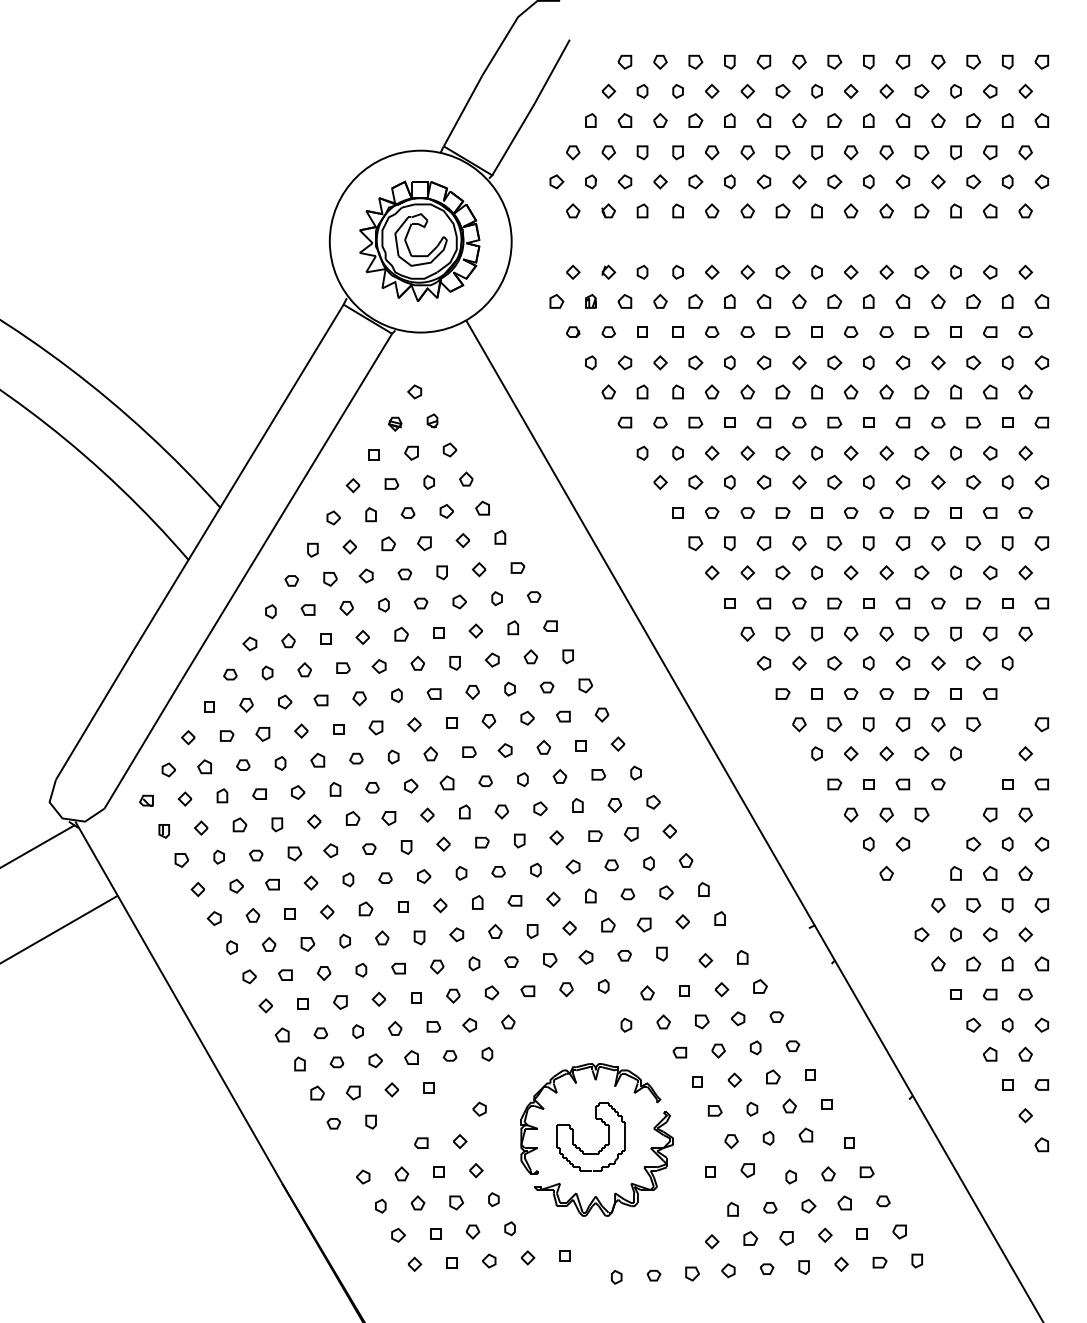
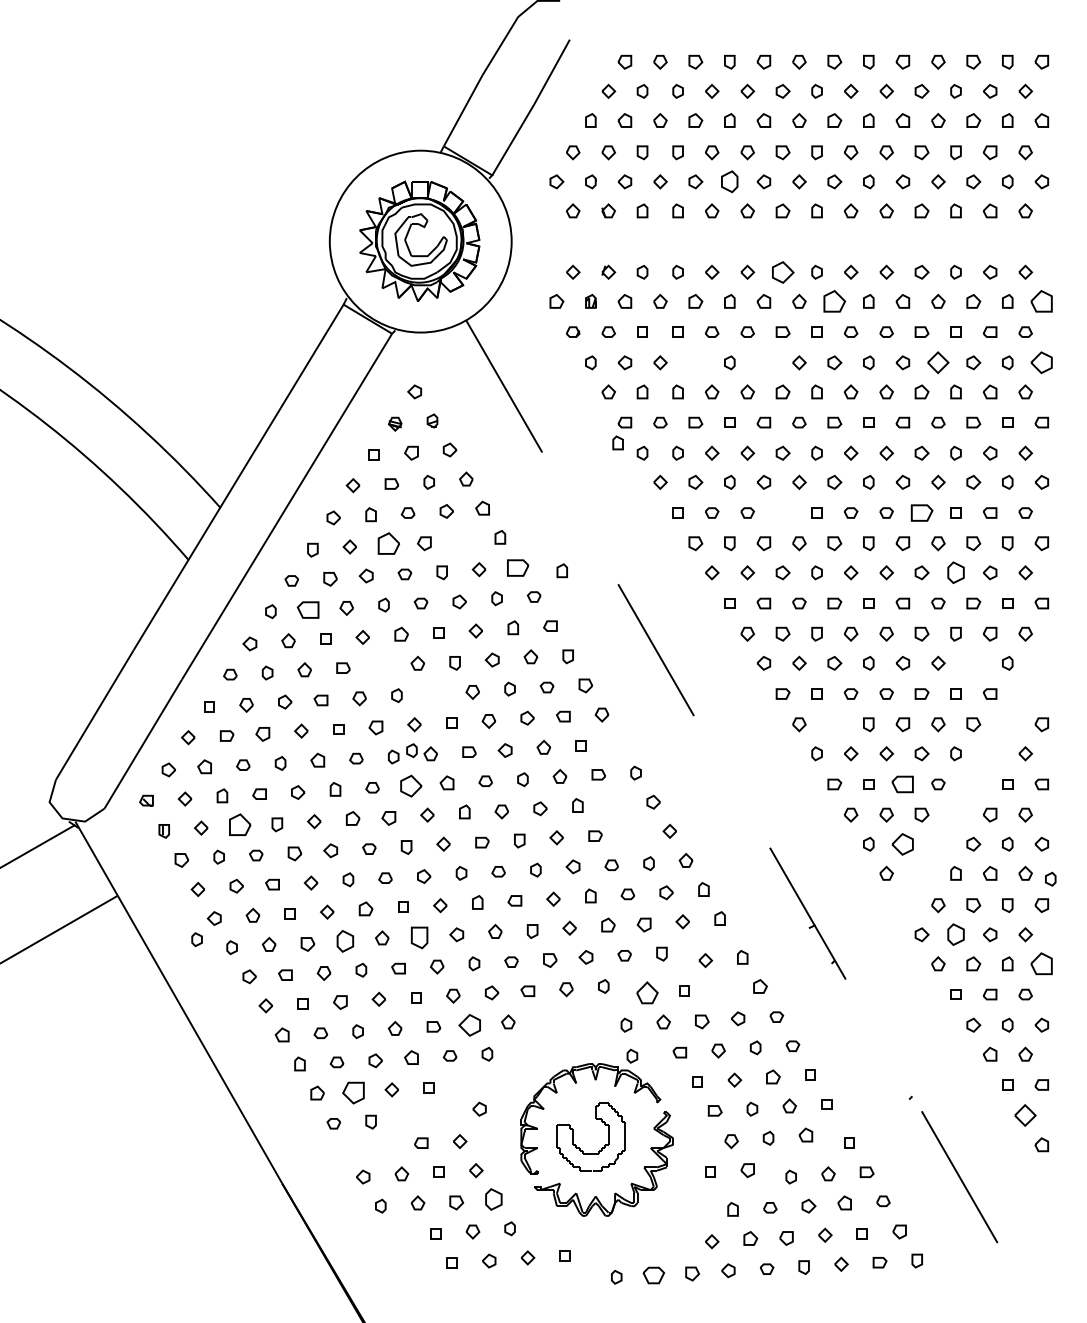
part at (729, 181) size: 12x16 px -> 18x24 px
part at (782, 271) size: 16x16 px -> 23x23 px
part at (834, 301) size: 16x15 px -> 23x23 px
part at (1041, 301) size: 16x15 px -> 23x23 px
part at (695, 362): present -> none
part at (763, 362): present -> none
part at (938, 362) size: 15x16 px -> 23x24 px
part at (1041, 362) size: 16x16 px -> 23x23 px
part at (617, 442): none -> present
part at (782, 512): present -> none
part at (921, 512) size: 16x12 px -> 24x18 px
part at (462, 540): present -> none
part at (388, 543) size: 15x16 px -> 23x23 px
part at (517, 567) size: 16x12 px -> 23x18 px
part at (561, 570): none -> present
part at (955, 572) size: 12x16 px -> 18x23 px
part at (307, 609) size: 16x12 px -> 24x18 px
part at (973, 663): present -> none
part at (378, 666): present -> none
part at (433, 693): present -> none
part at (834, 724): present -> none
part at (617, 743): present -> none
part at (411, 750): none -> present
part at (902, 784) size: 16x13 px -> 23x19 px
part at (411, 785) size: 15x16 px -> 23x24 px
part at (614, 805): present -> none
line at (754, 821): solid -> dashed
part at (239, 824) size: 16x16 px -> 23x23 px
part at (630, 834): present -> none
part at (902, 843) size: 16x16 px -> 23x23 px
part at (1050, 878): none -> present
part at (955, 934) size: 12x16 px -> 18x23 px
part at (419, 937) size: 13x16 px -> 18x24 px
part at (196, 939): none -> present
part at (344, 940) size: 12x16 px -> 19x23 px
part at (1041, 963) size: 16x16 px -> 23x24 px
part at (721, 989): present -> none
part at (647, 992) size: 15x16 px -> 23x24 px
part at (469, 1024) size: 15x16 px -> 23x23 px
part at (632, 1055): none -> present
part at (352, 1092) size: 16x16 px -> 23x24 px
part at (1025, 1115) size: 16x16 px -> 23x23 px
part at (493, 1199) size: 12x16 px -> 18x23 px
part at (398, 1234): present -> none
part at (414, 1263): present -> none
part at (653, 1275) size: 16x12 px -> 24x19 px
